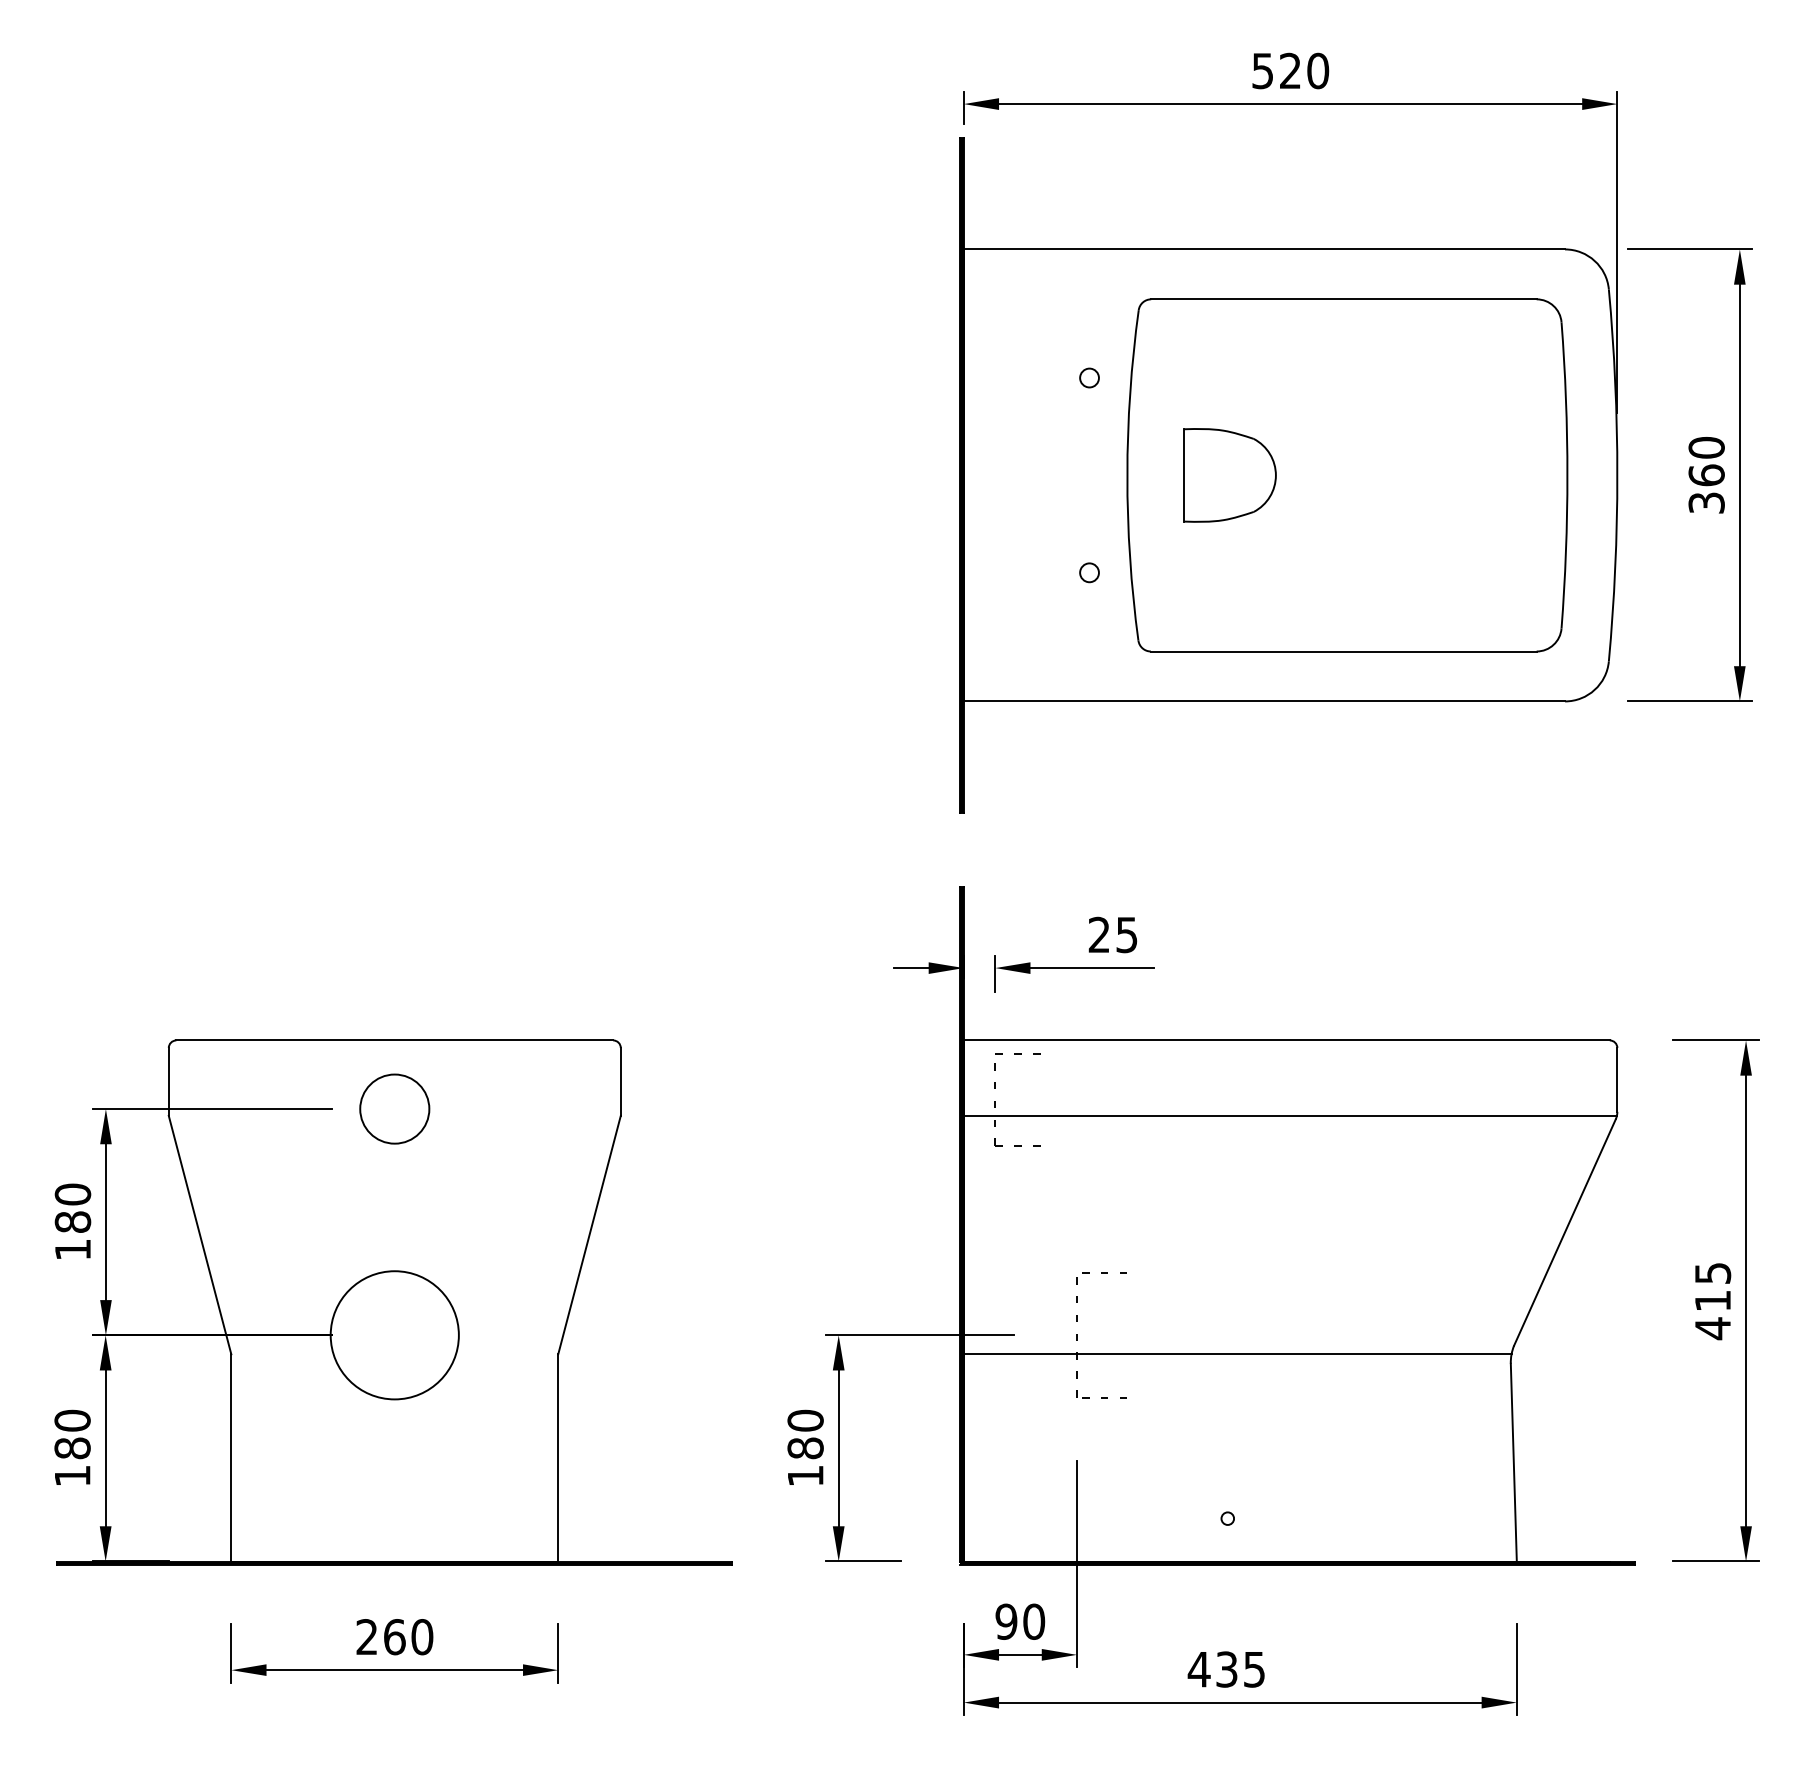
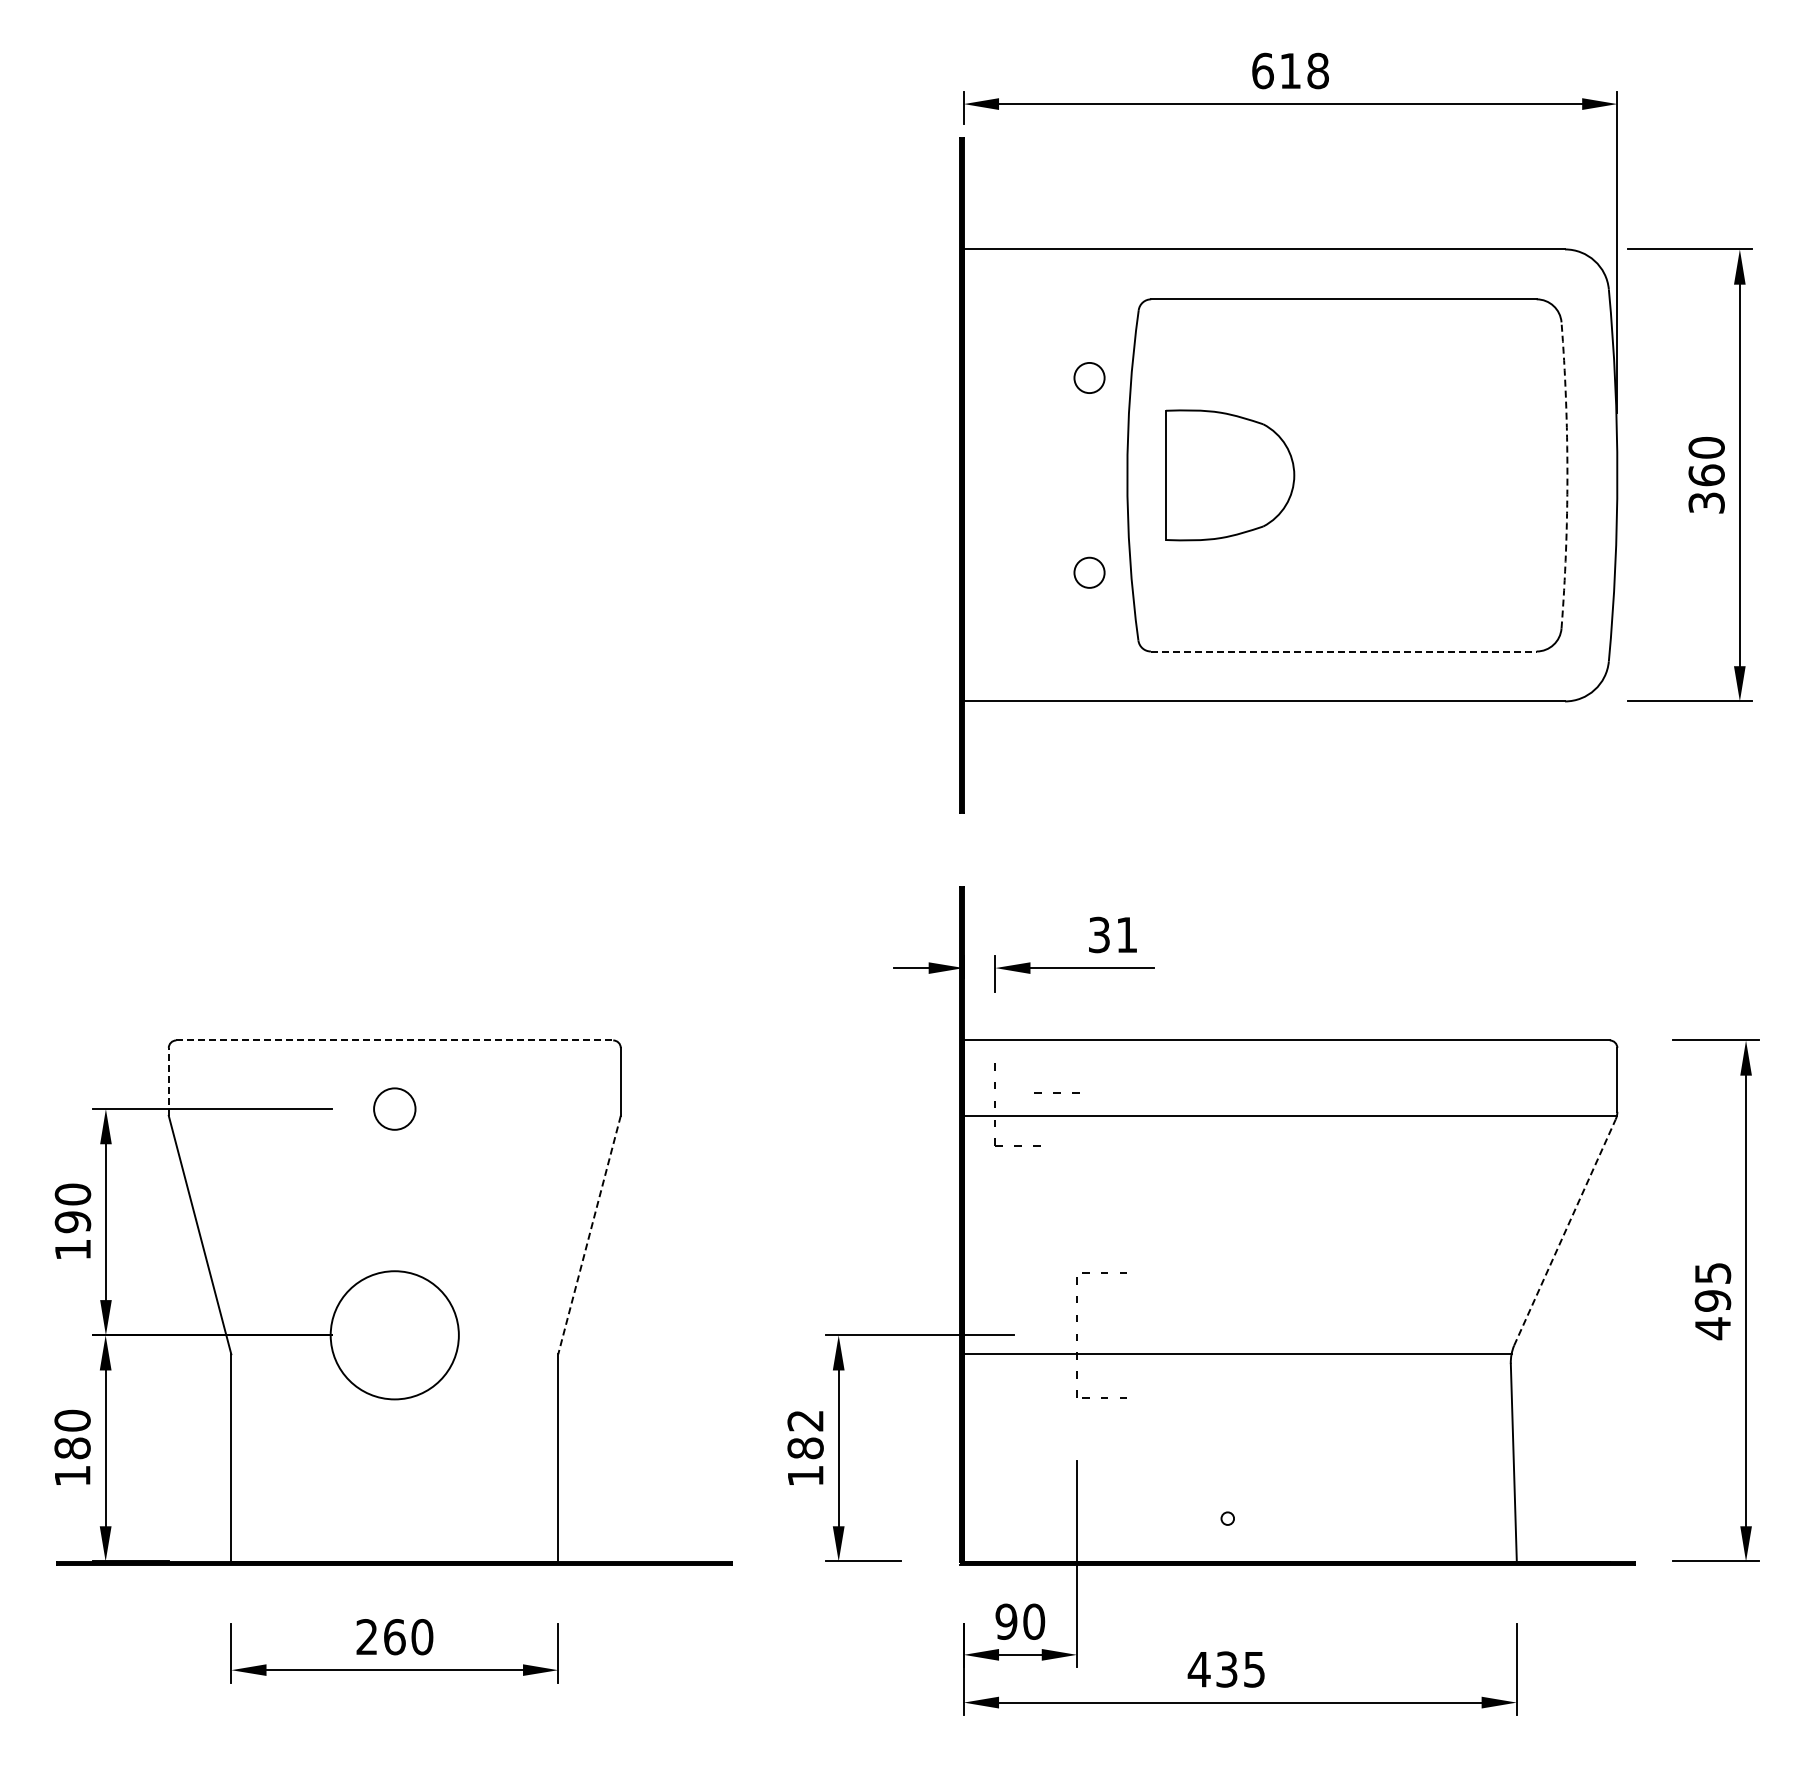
text at (1290, 70): 520 -> 618
circle at (1089, 377) diameter: 19 px -> 30 px
part at (1229, 475) size: 94x95 px -> 131x133 px
arc at (1567, 475): solid -> dashed
circle at (1089, 572) diameter: 19 px -> 30 px
line at (1343, 651): solid -> dashed
text at (1112, 935): 25 -> 31
line at (395, 1040): solid -> dashed
line at (1017, 1053) position: (1017, 1053) -> (1056, 1092)
line at (168, 1081): solid -> dashed
circle at (394, 1108) diameter: 69 px -> 41 px
text at (72, 1222): 180 -> 190
line at (1564, 1232): solid -> dashed
line at (589, 1235): solid -> dashed
text at (1712, 1300): 415 -> 495
text at (805, 1420): 180 -> 182
